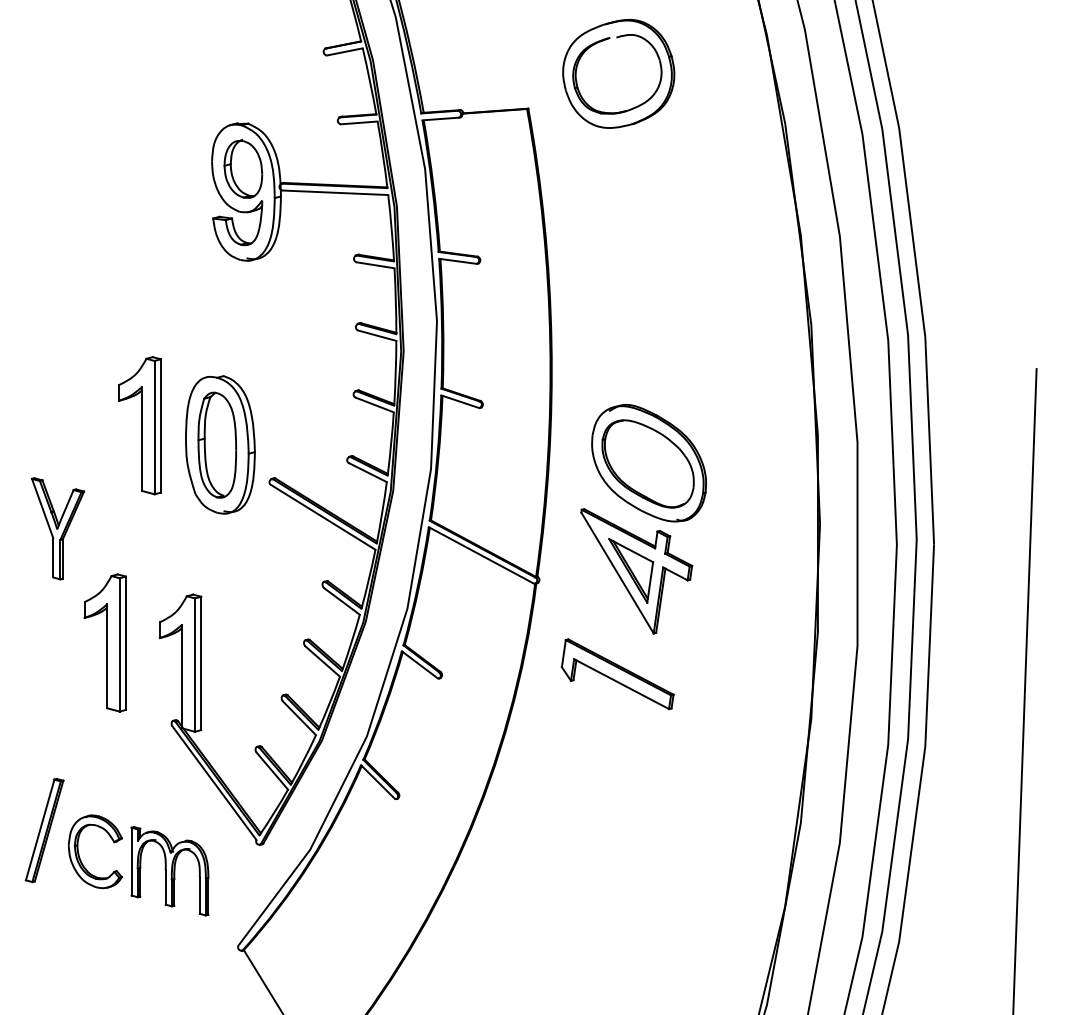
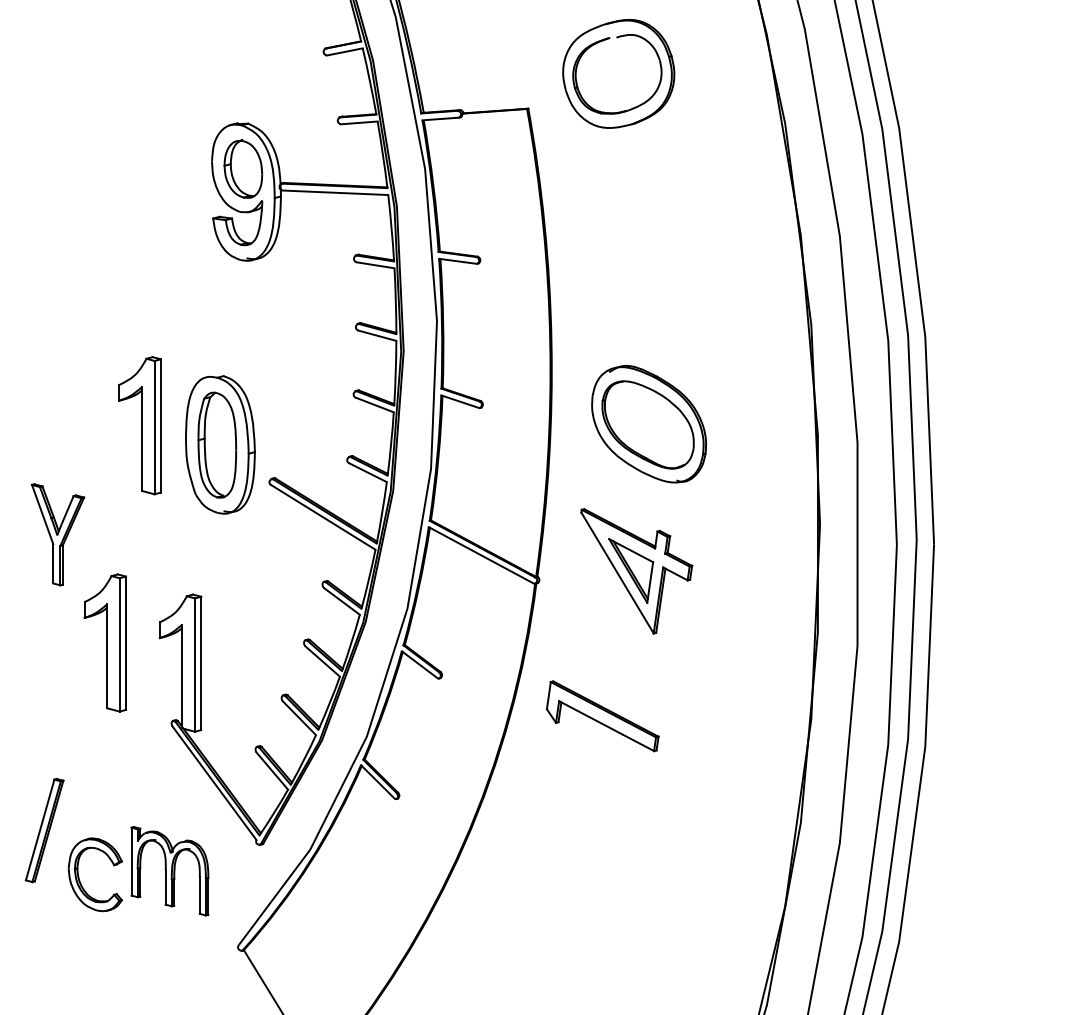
part at (648, 462) position: (648, 462) -> (648, 423)
part at (58, 528) position: (58, 528) -> (58, 534)
part at (617, 674) position: (617, 674) -> (602, 716)
line at (1024, 690): present -> none
part at (79, 853) position: (79, 853) -> (79, 876)
